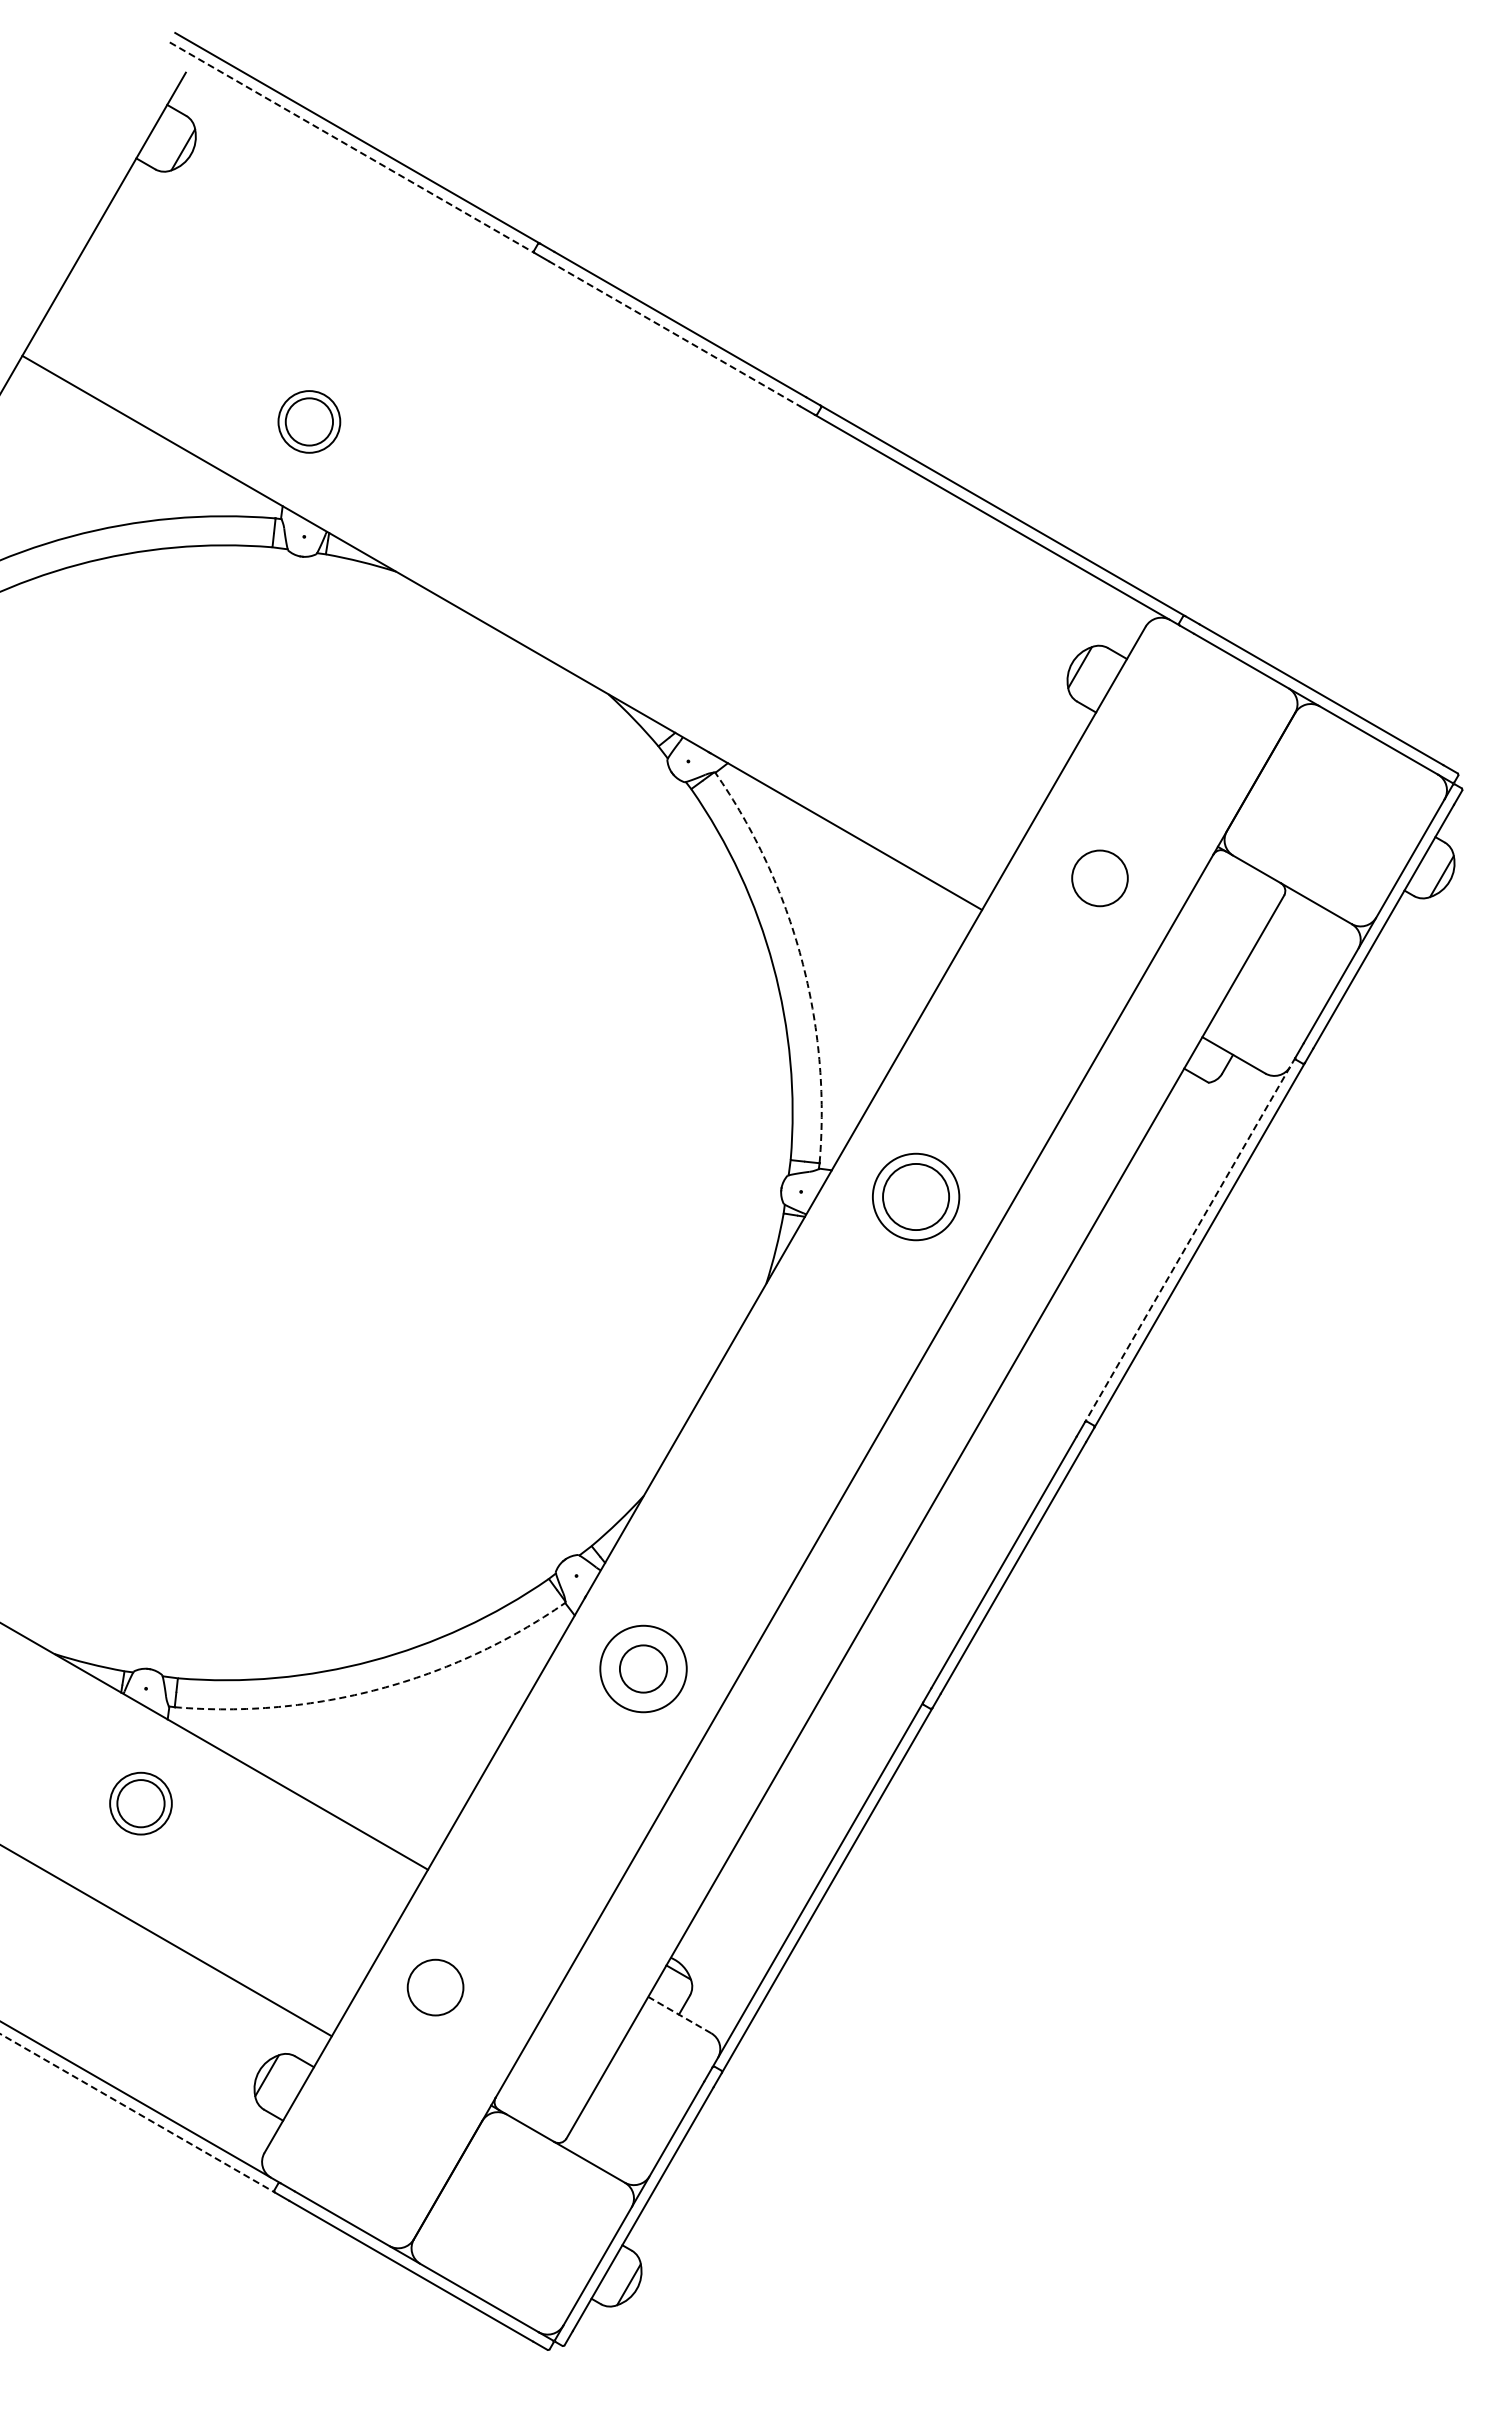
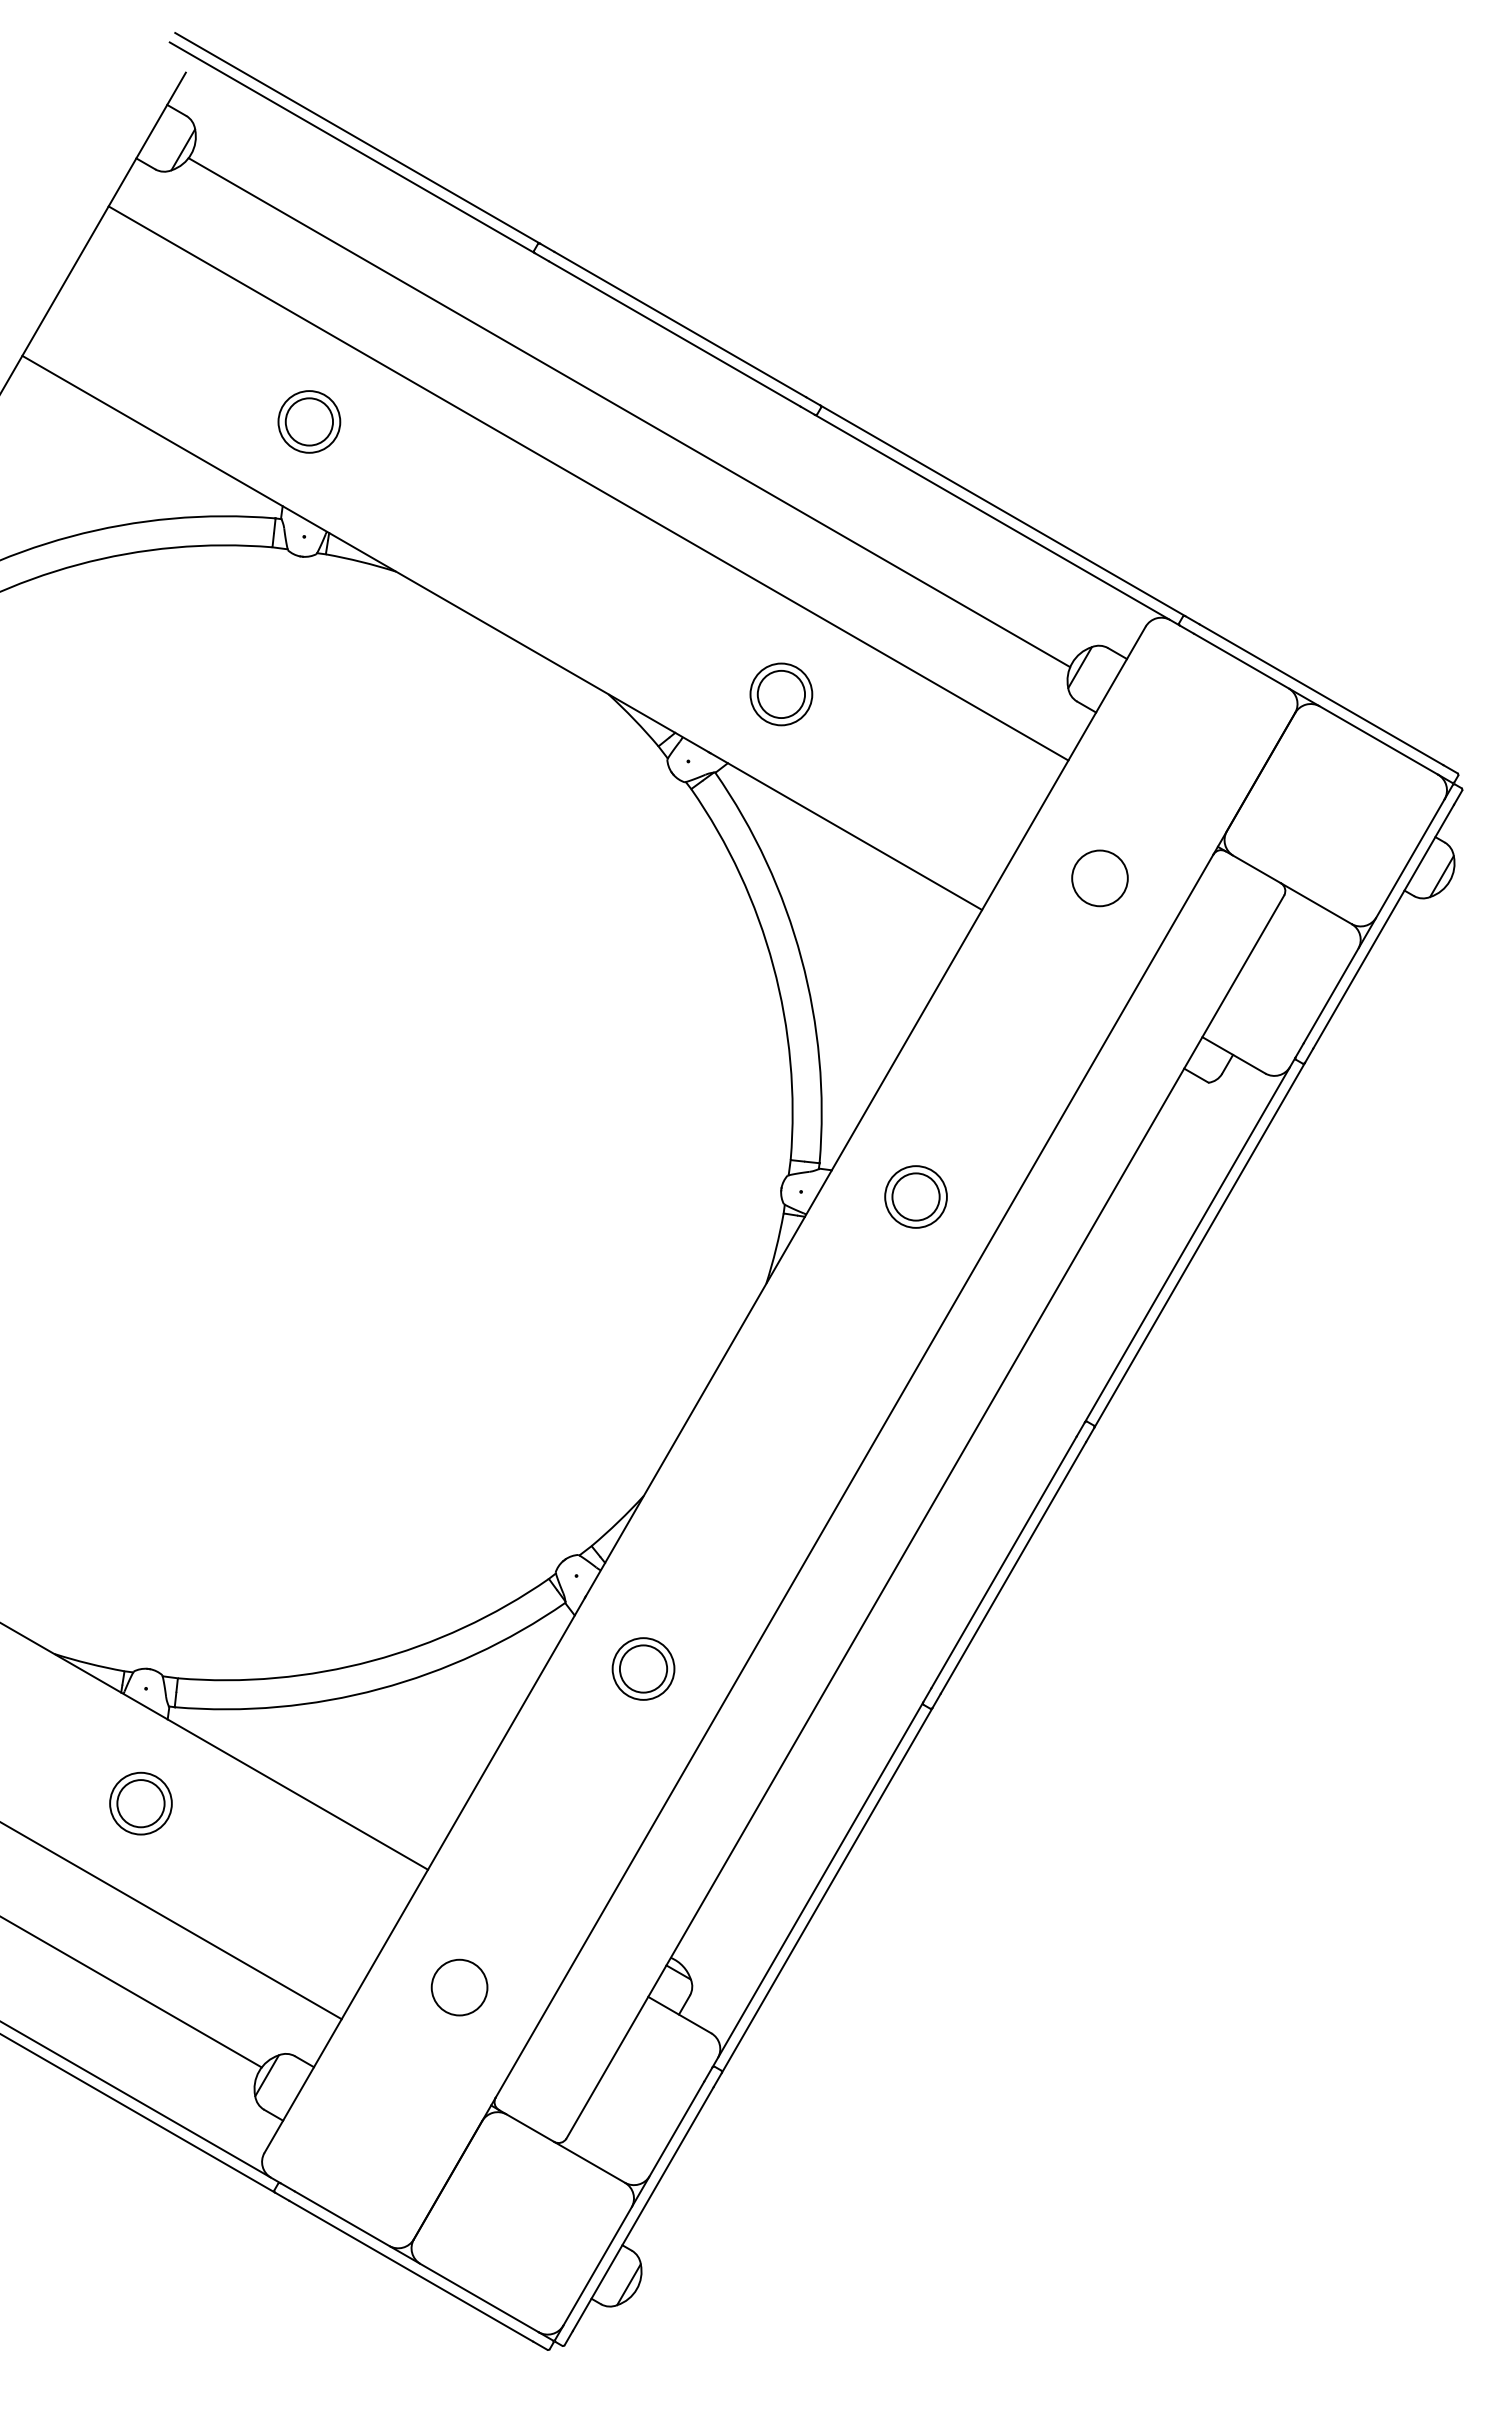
line at (352, 147): dashed -> solid
line at (675, 334): dashed -> solid
line at (629, 412): none -> present
line at (588, 483): none -> present
part at (781, 694): none -> present
arc at (801, 958): dashed -> solid
part at (916, 1196) size: 89x90 px -> 64x64 px
line at (1190, 1239): dashed -> solid
circle at (643, 1668) diameter: 86 px -> 62 px
arc at (379, 1689): dashed -> solid
line at (166, 1941) position: (166, 1941) -> (171, 1921)
circle at (435, 1987) position: (435, 1987) -> (459, 1987)
line at (131, 1992): none -> present
line at (679, 2014): dashed -> solid
line at (137, 2113): dashed -> solid
